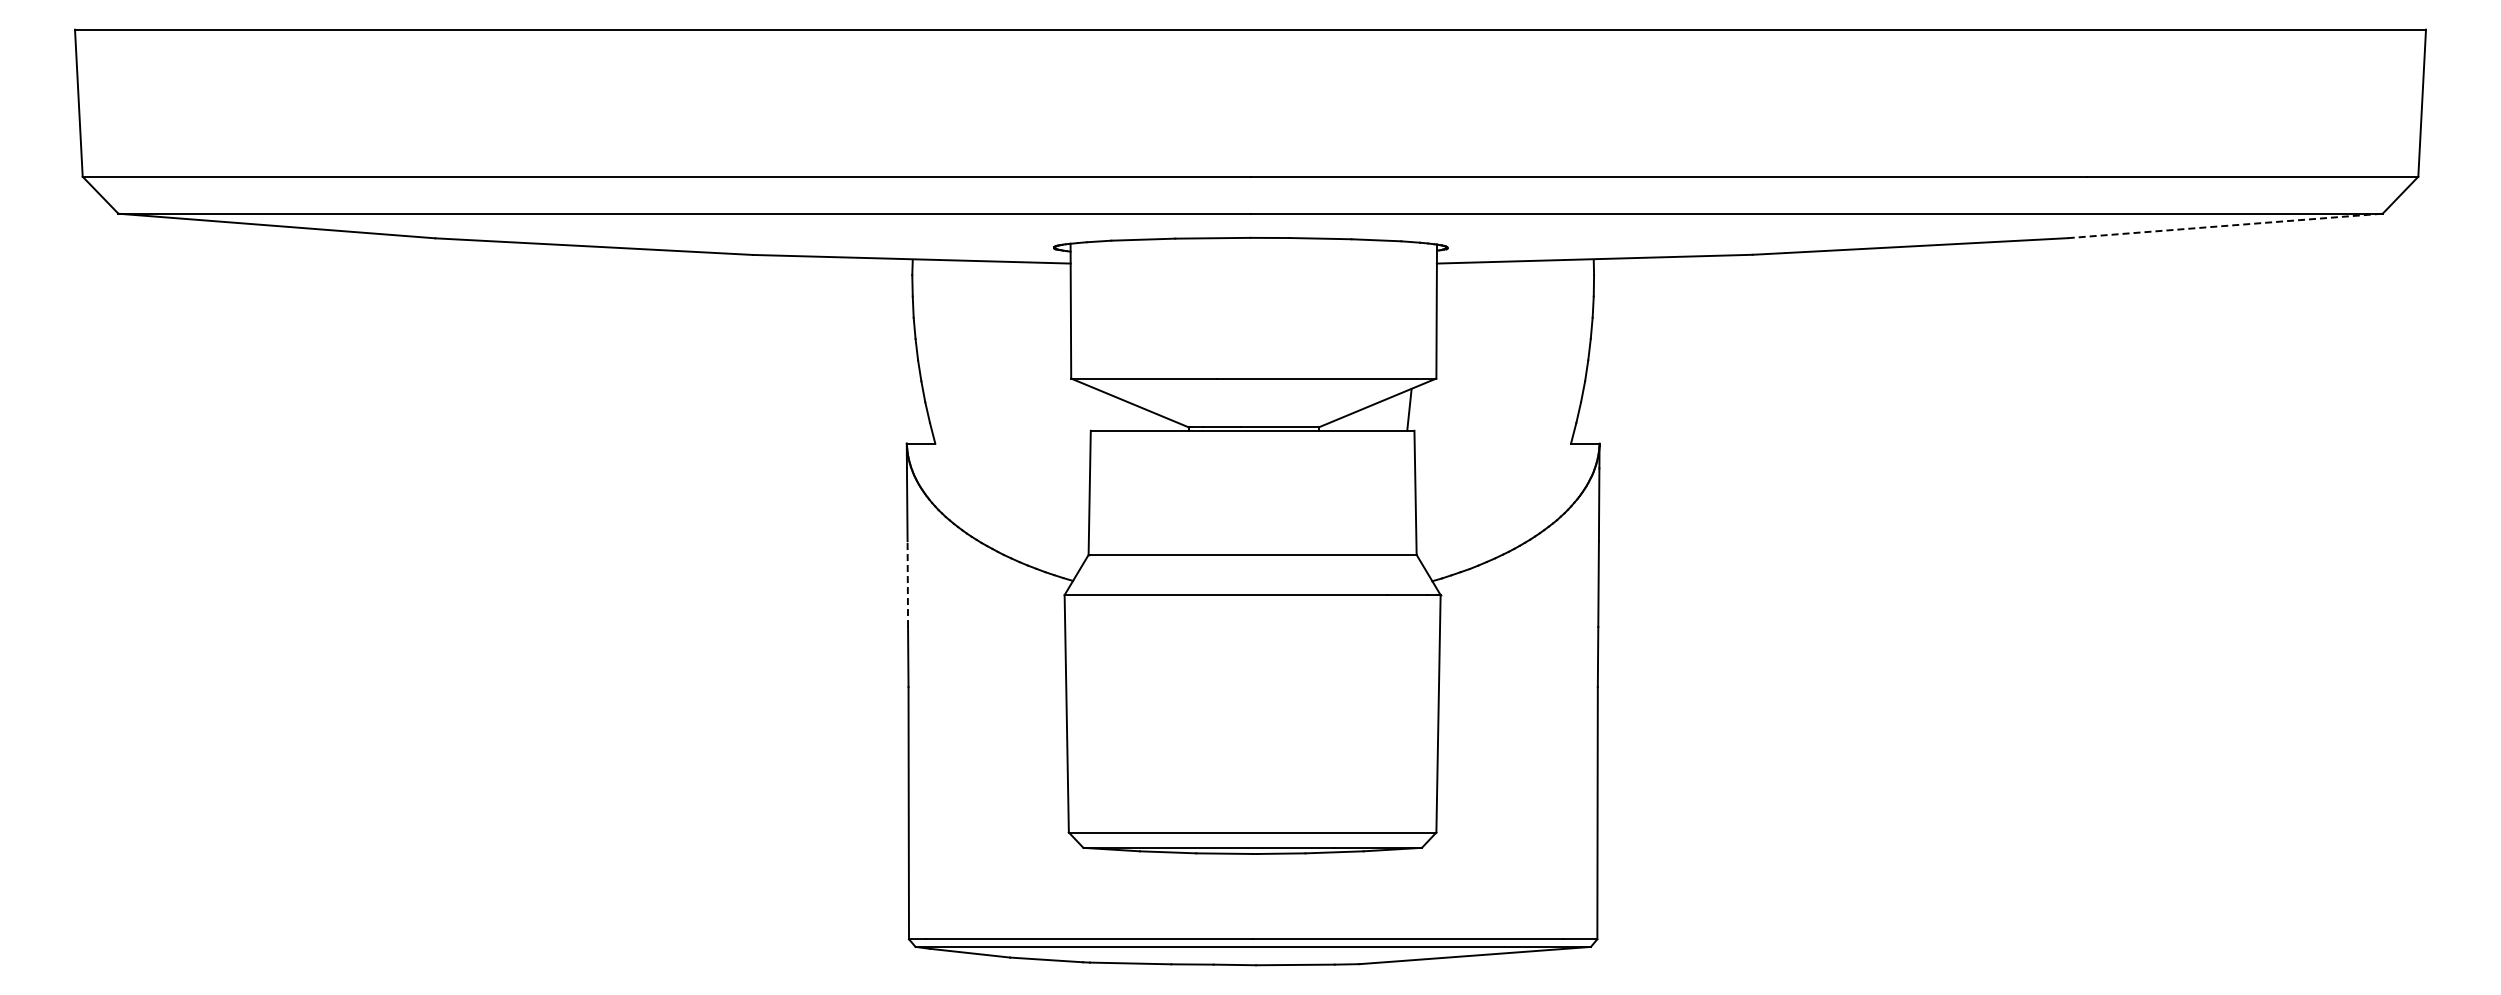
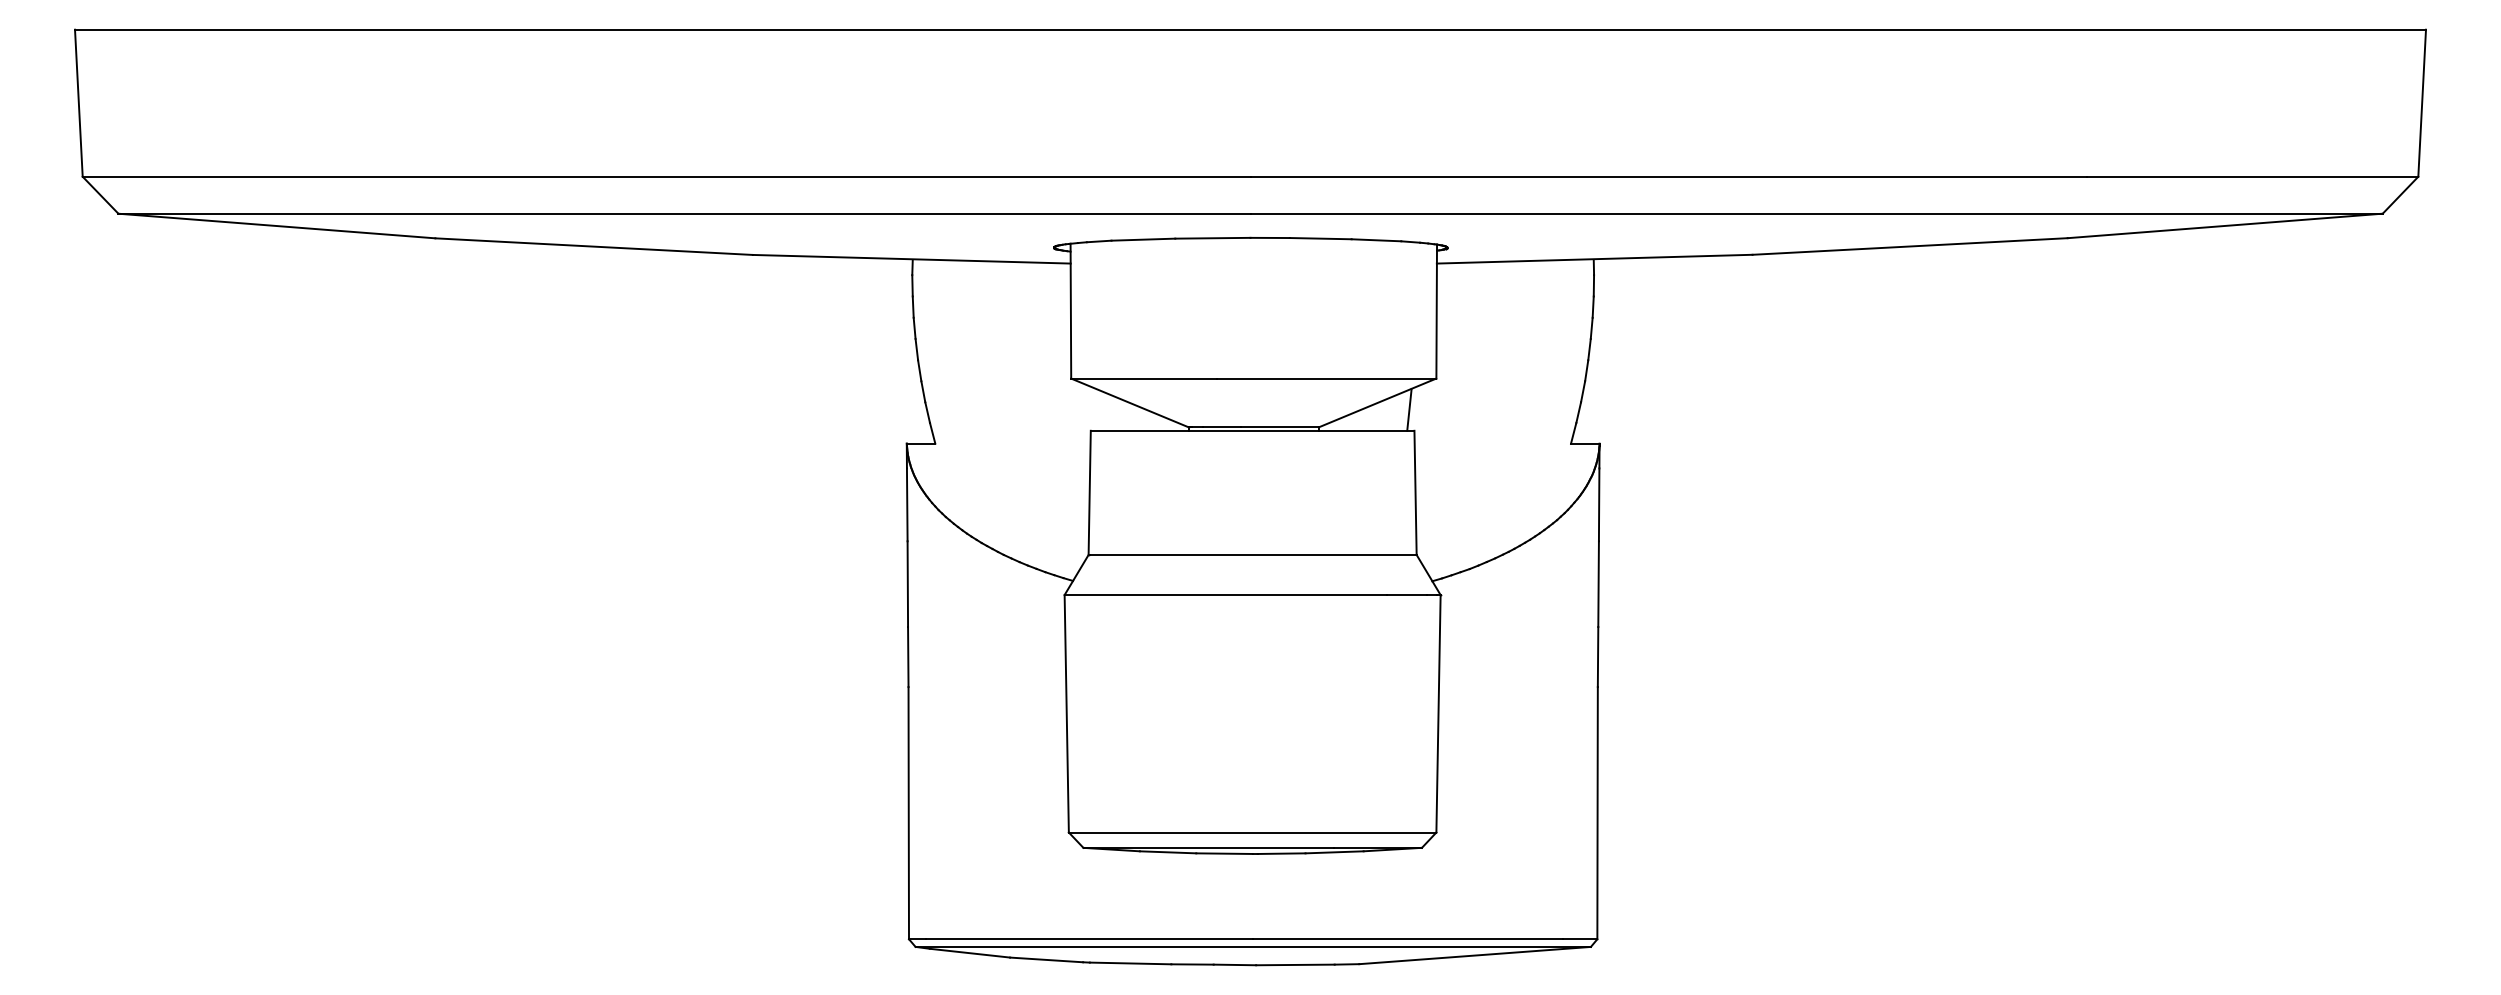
line at (2225, 225): dashed -> solid
line at (907, 584): dashed -> solid
